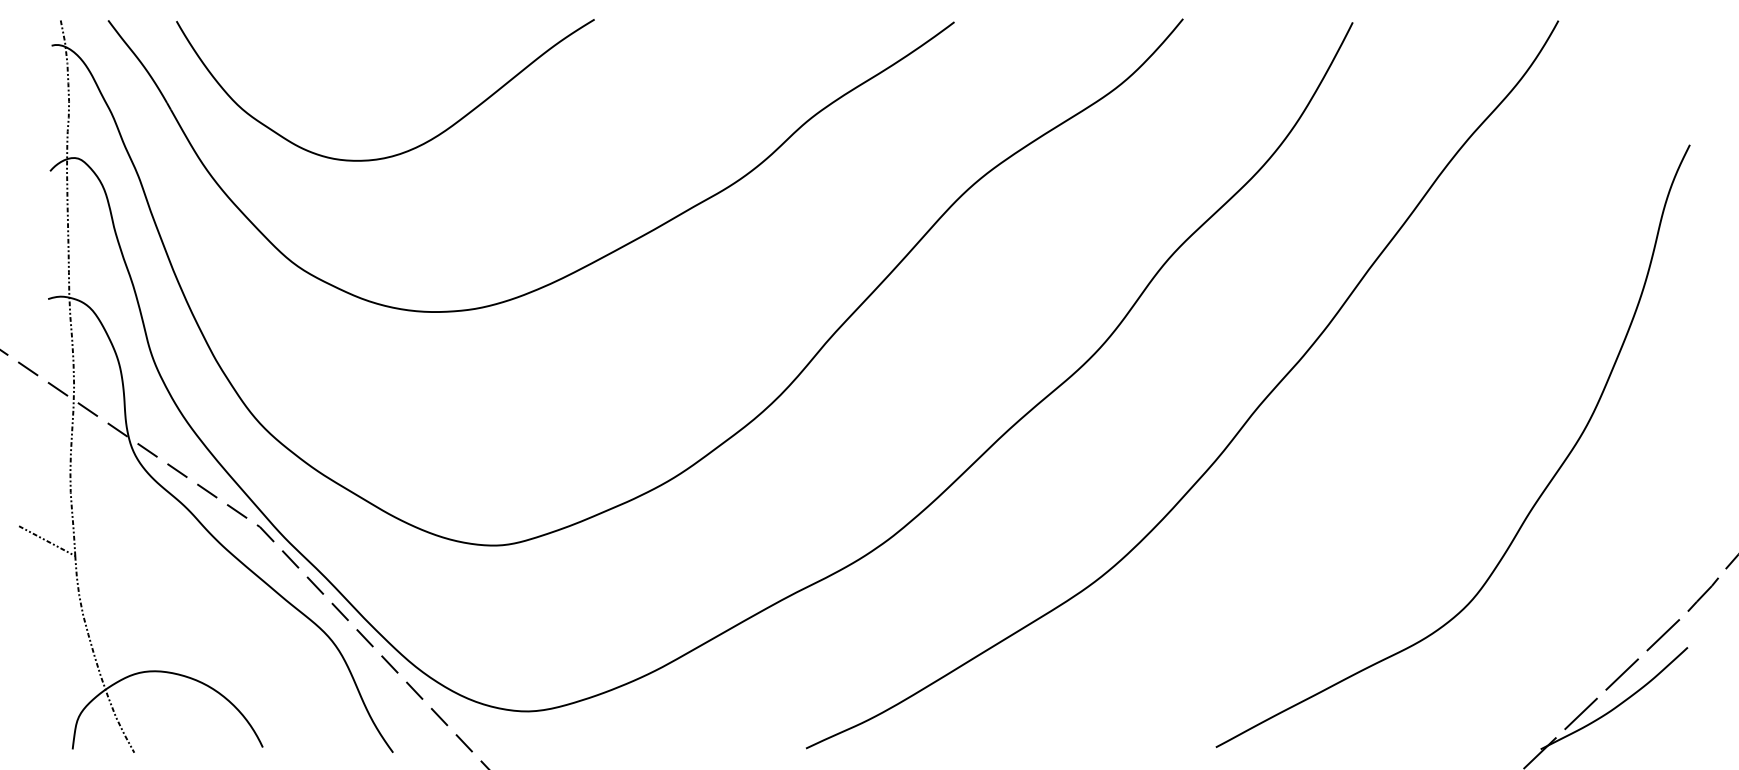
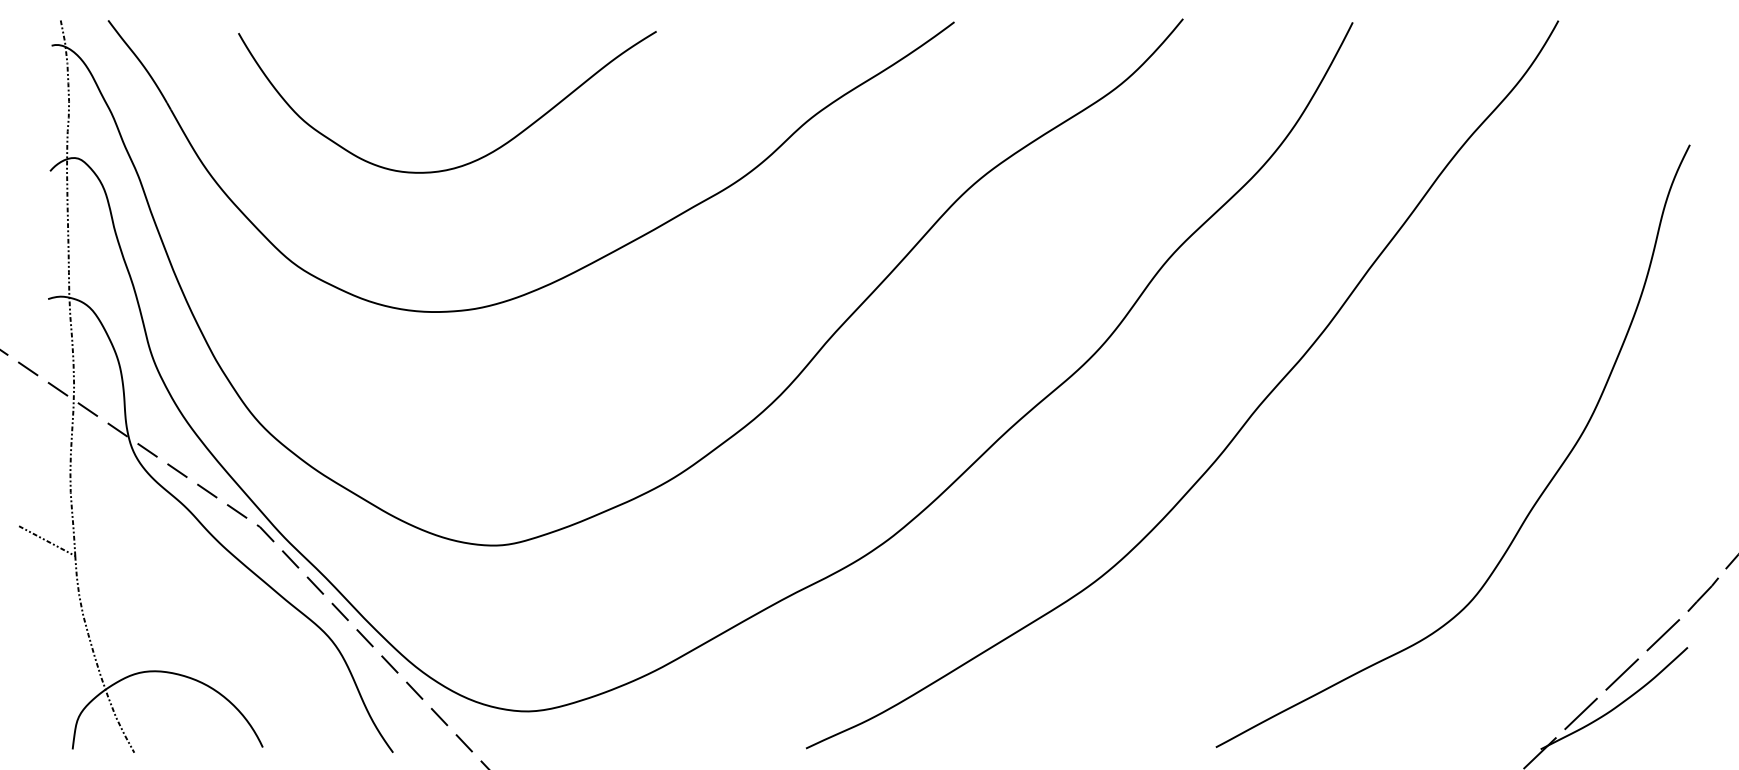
curve at (413, 147) position: (413, 147) -> (475, 159)
